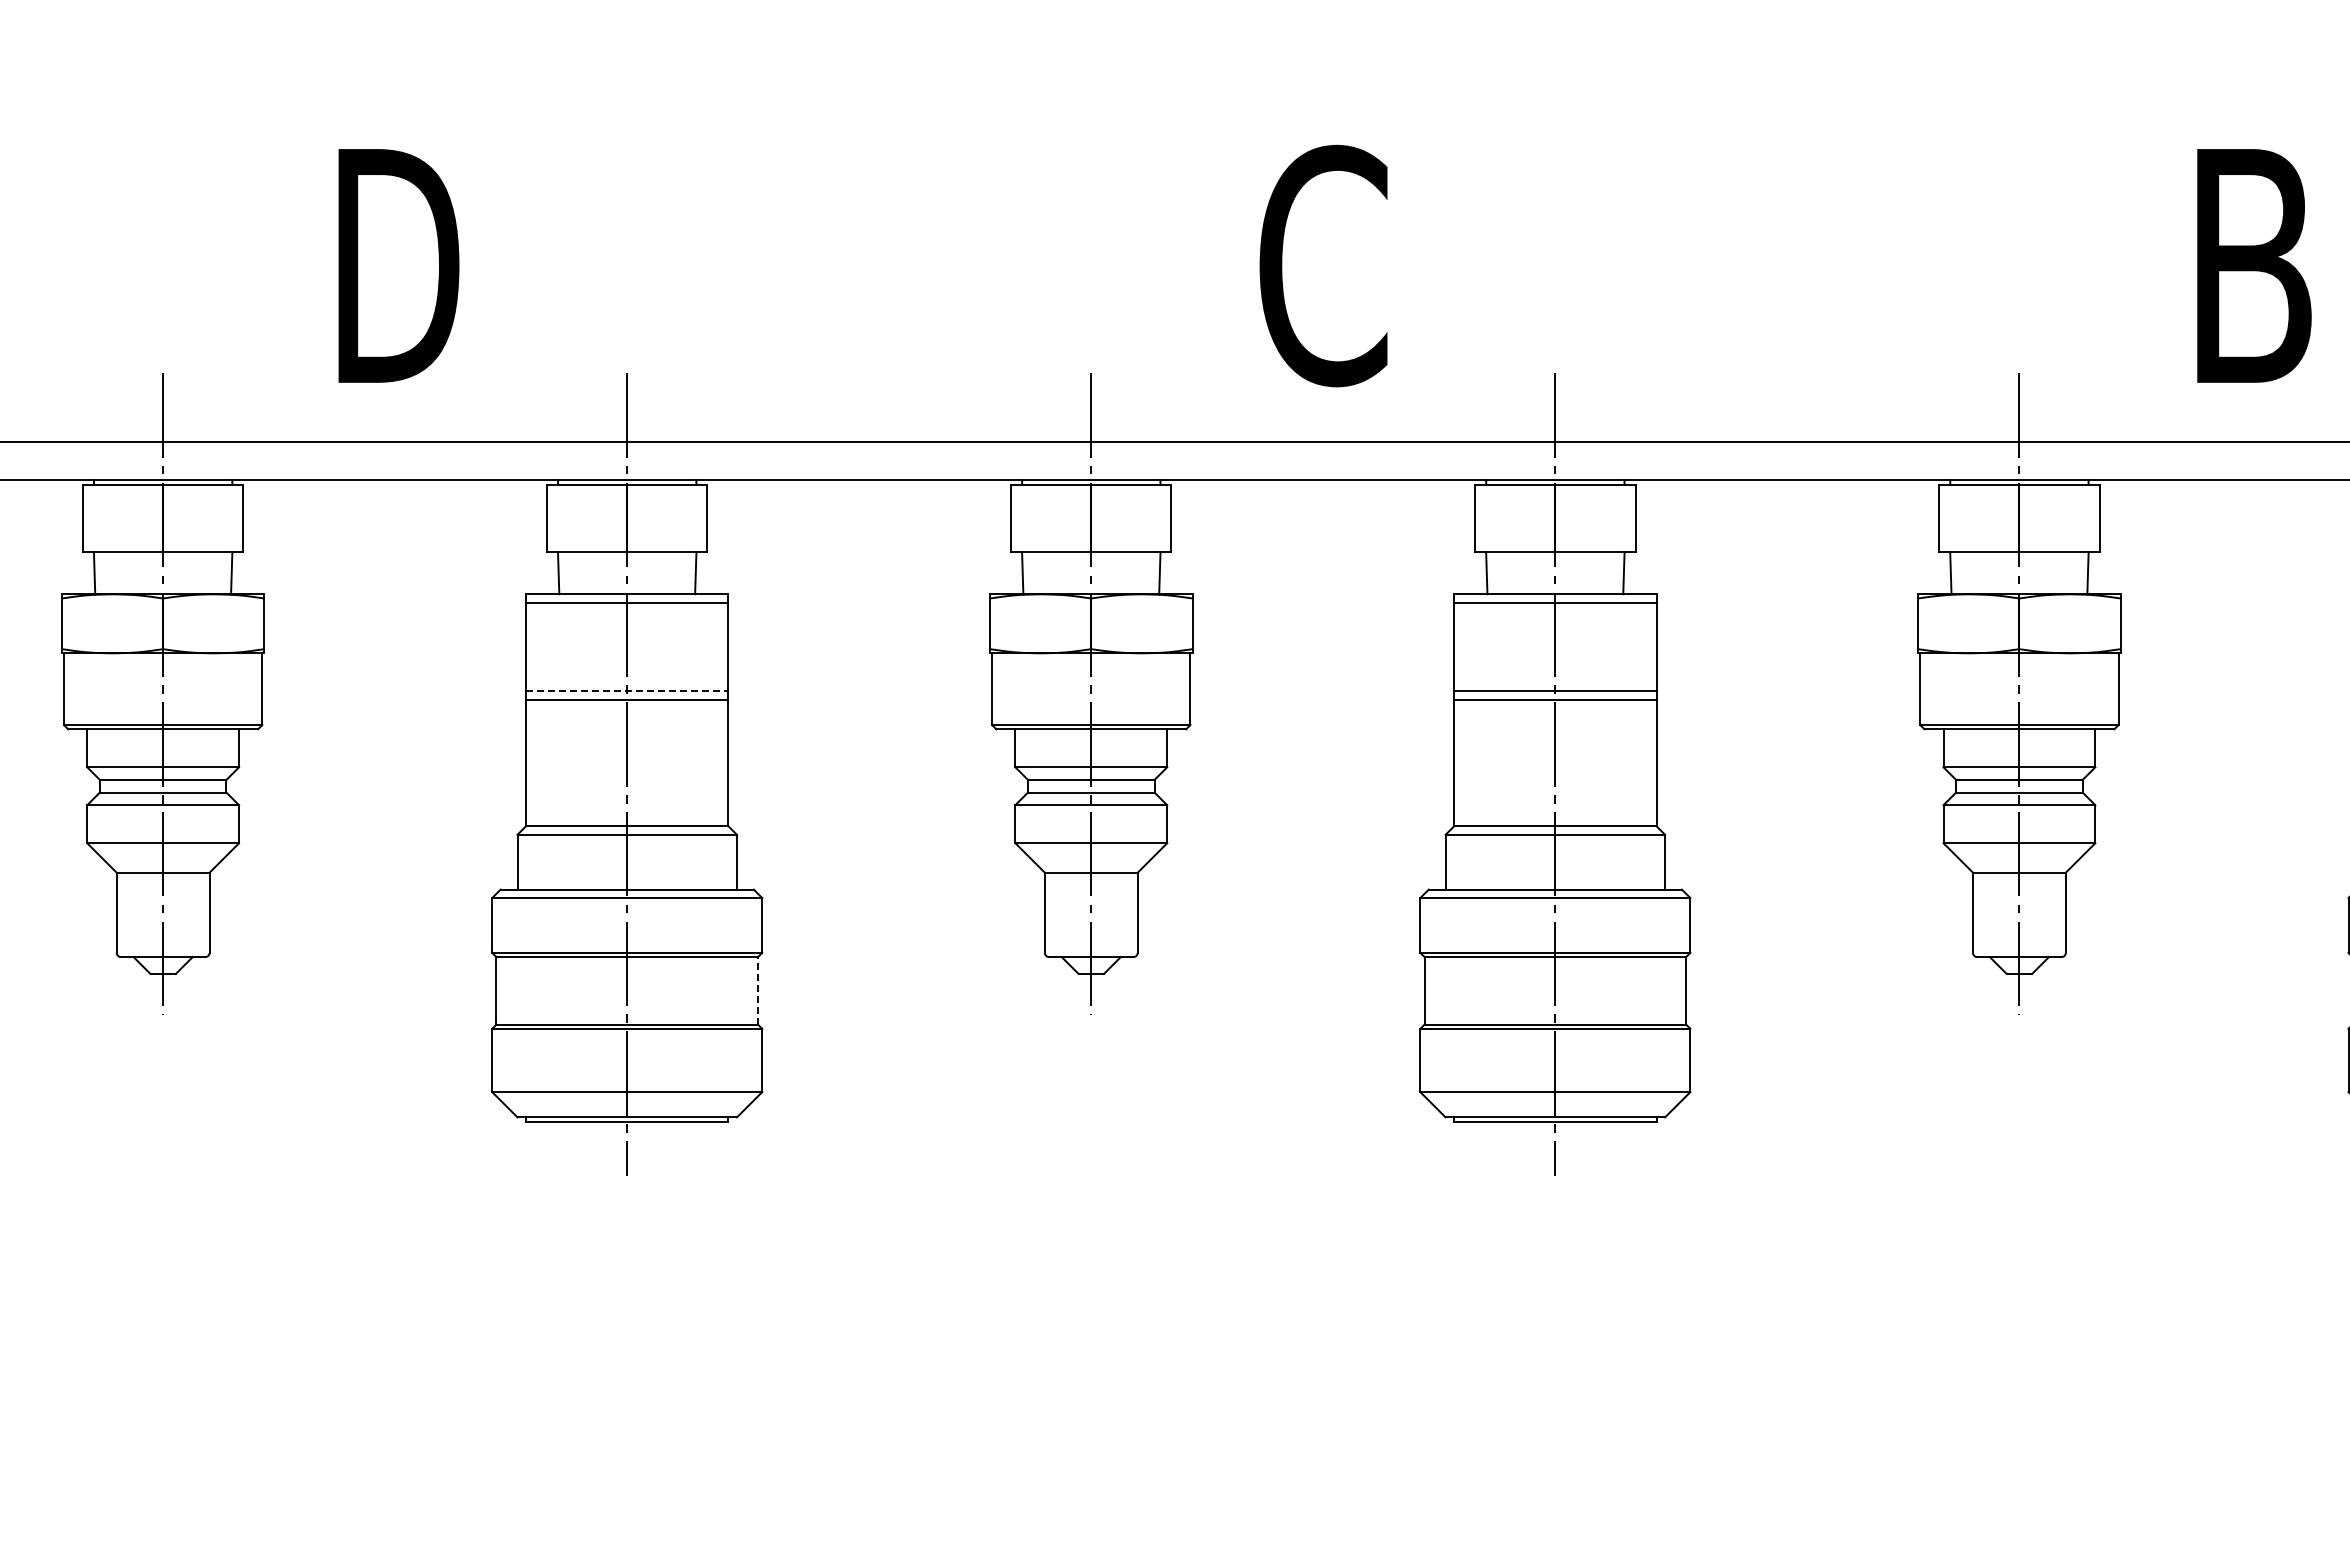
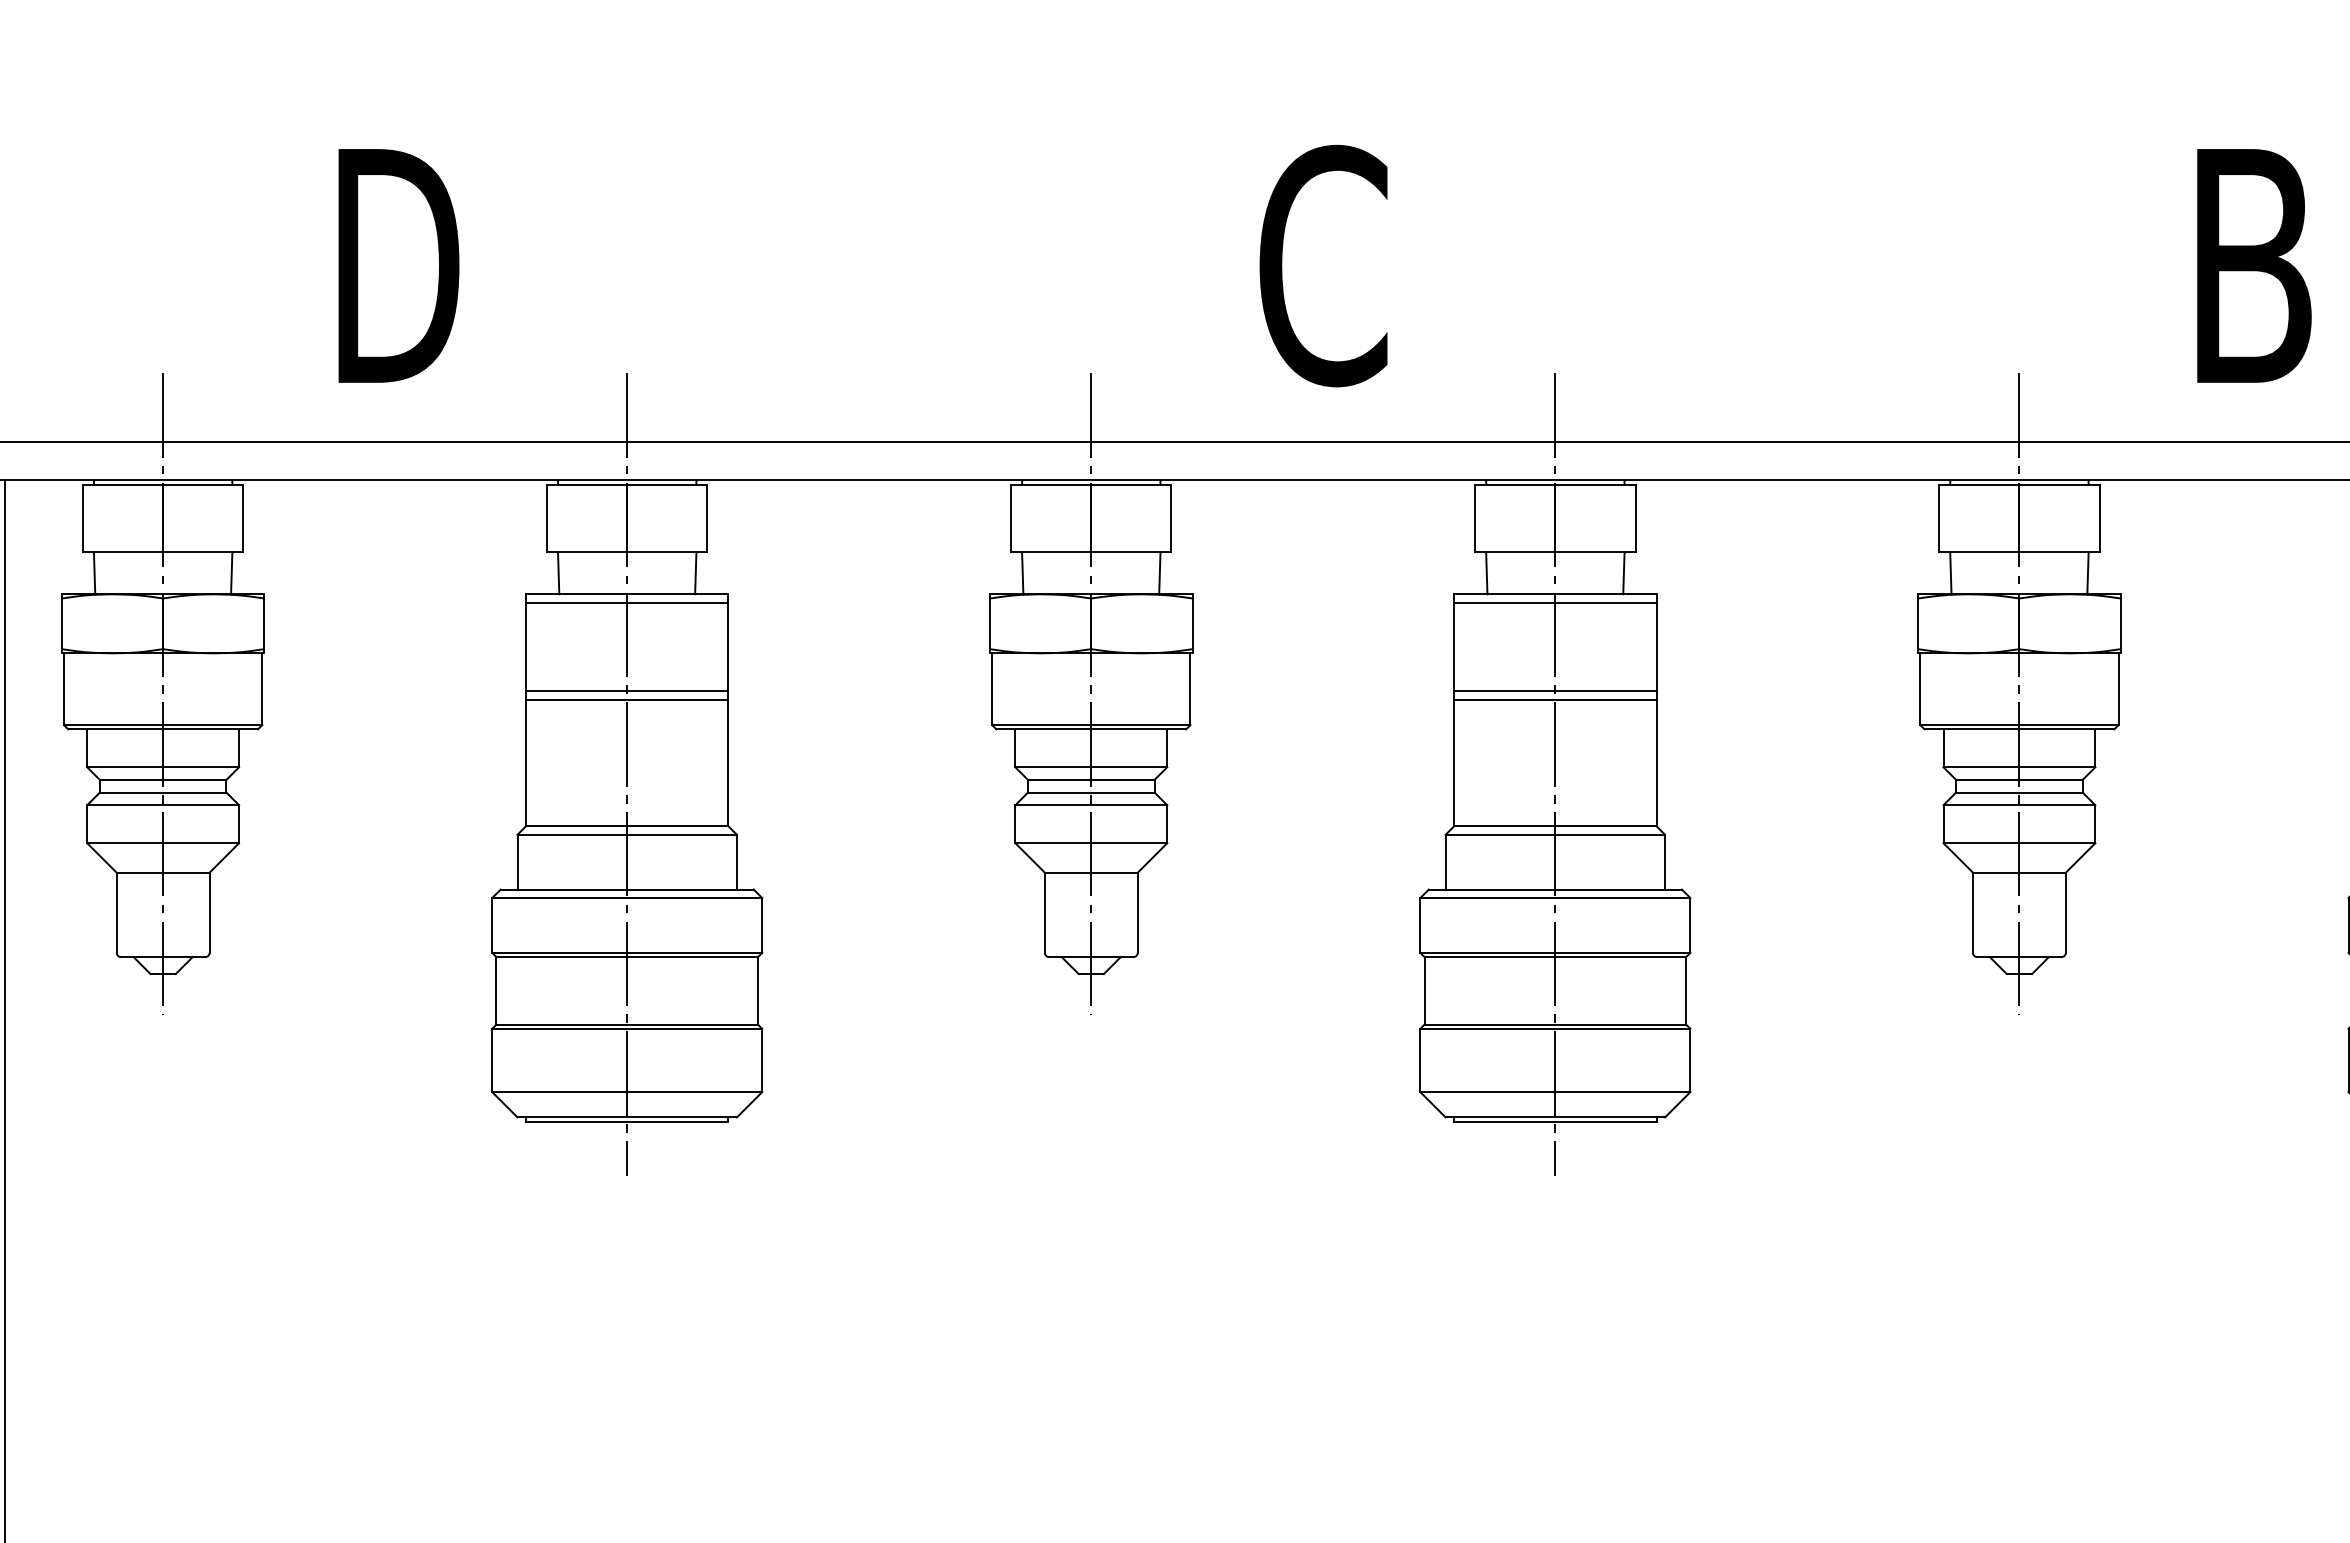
line at (627, 691): dashed -> solid
line at (758, 990): dashed -> solid
line at (5, 1009): none -> present
